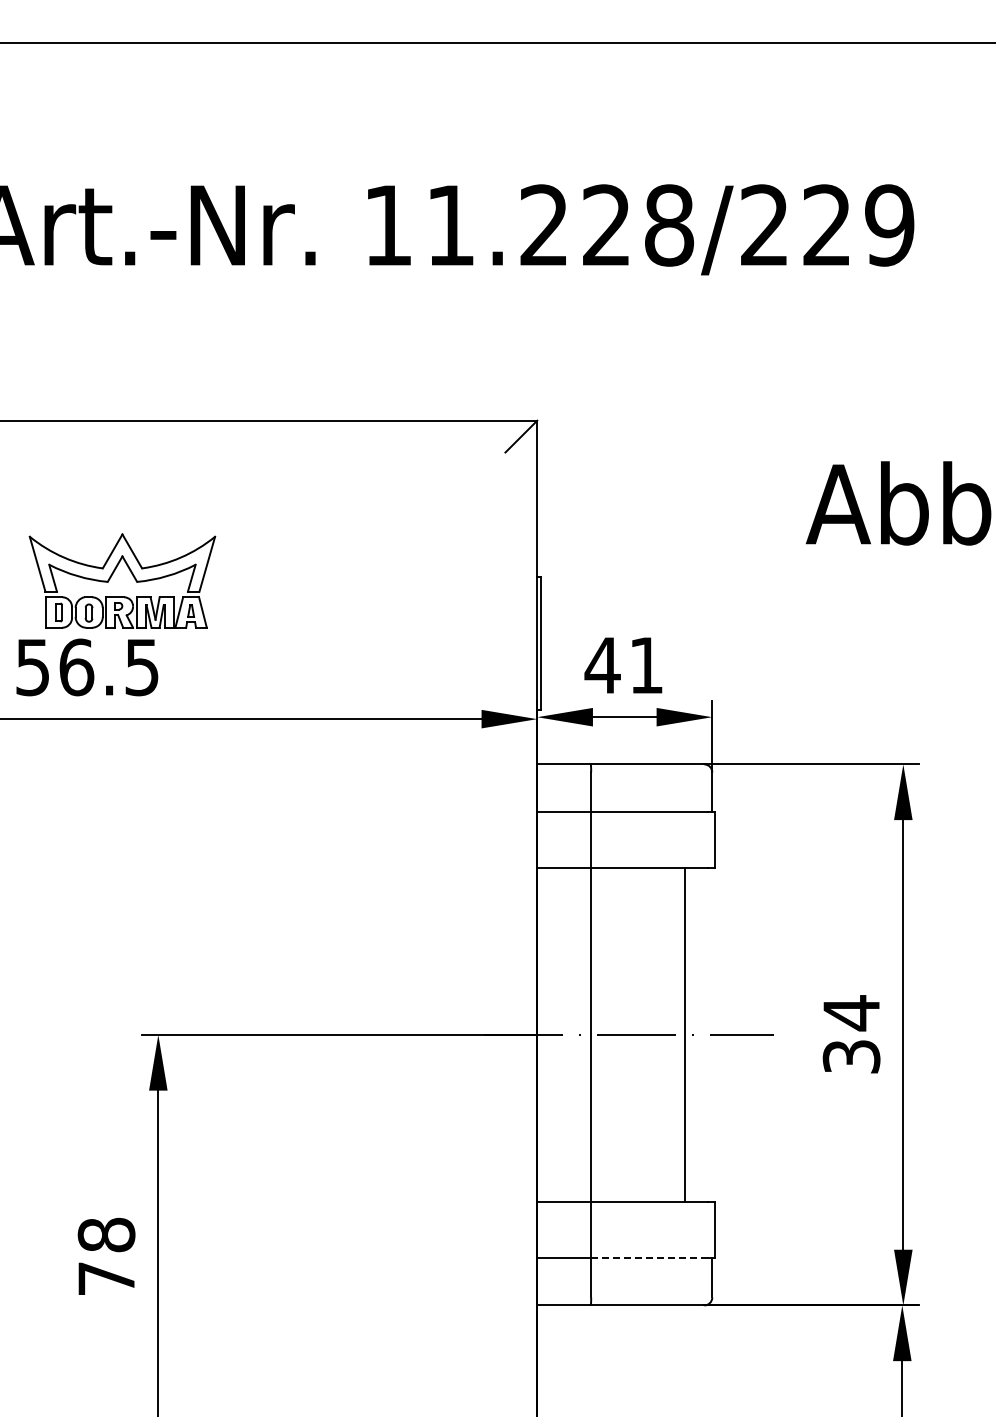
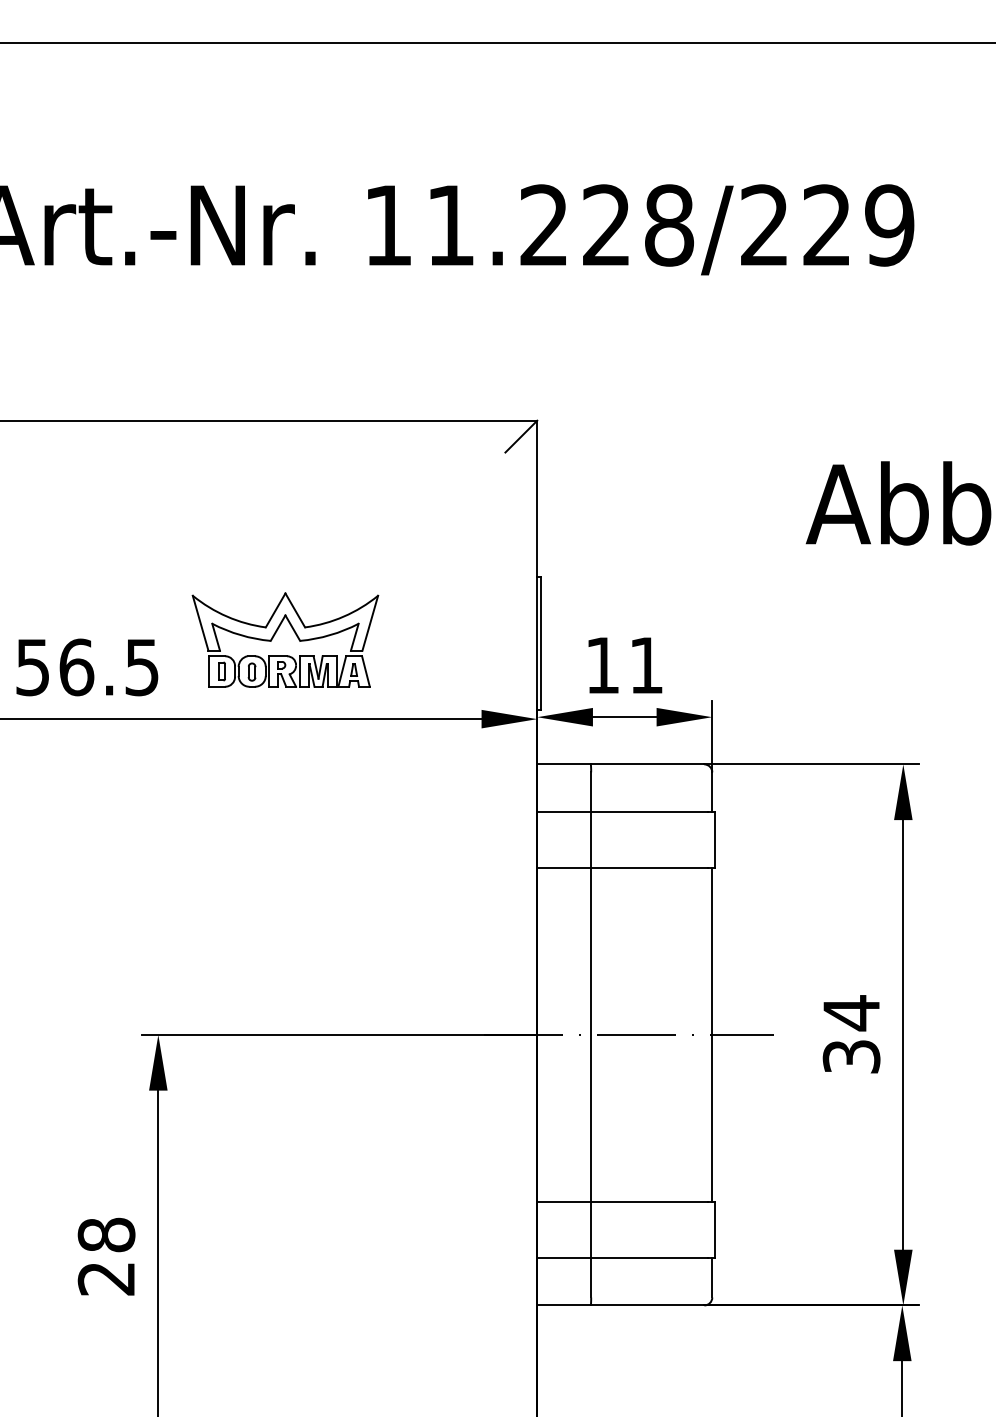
part at (113, 574) position: (113, 574) -> (276, 633)
text at (602, 665): 41 -> 11
line at (685, 1034) position: (685, 1034) -> (712, 1034)
line at (649, 1257): dashed -> solid
text at (105, 1278): 78 -> 28
